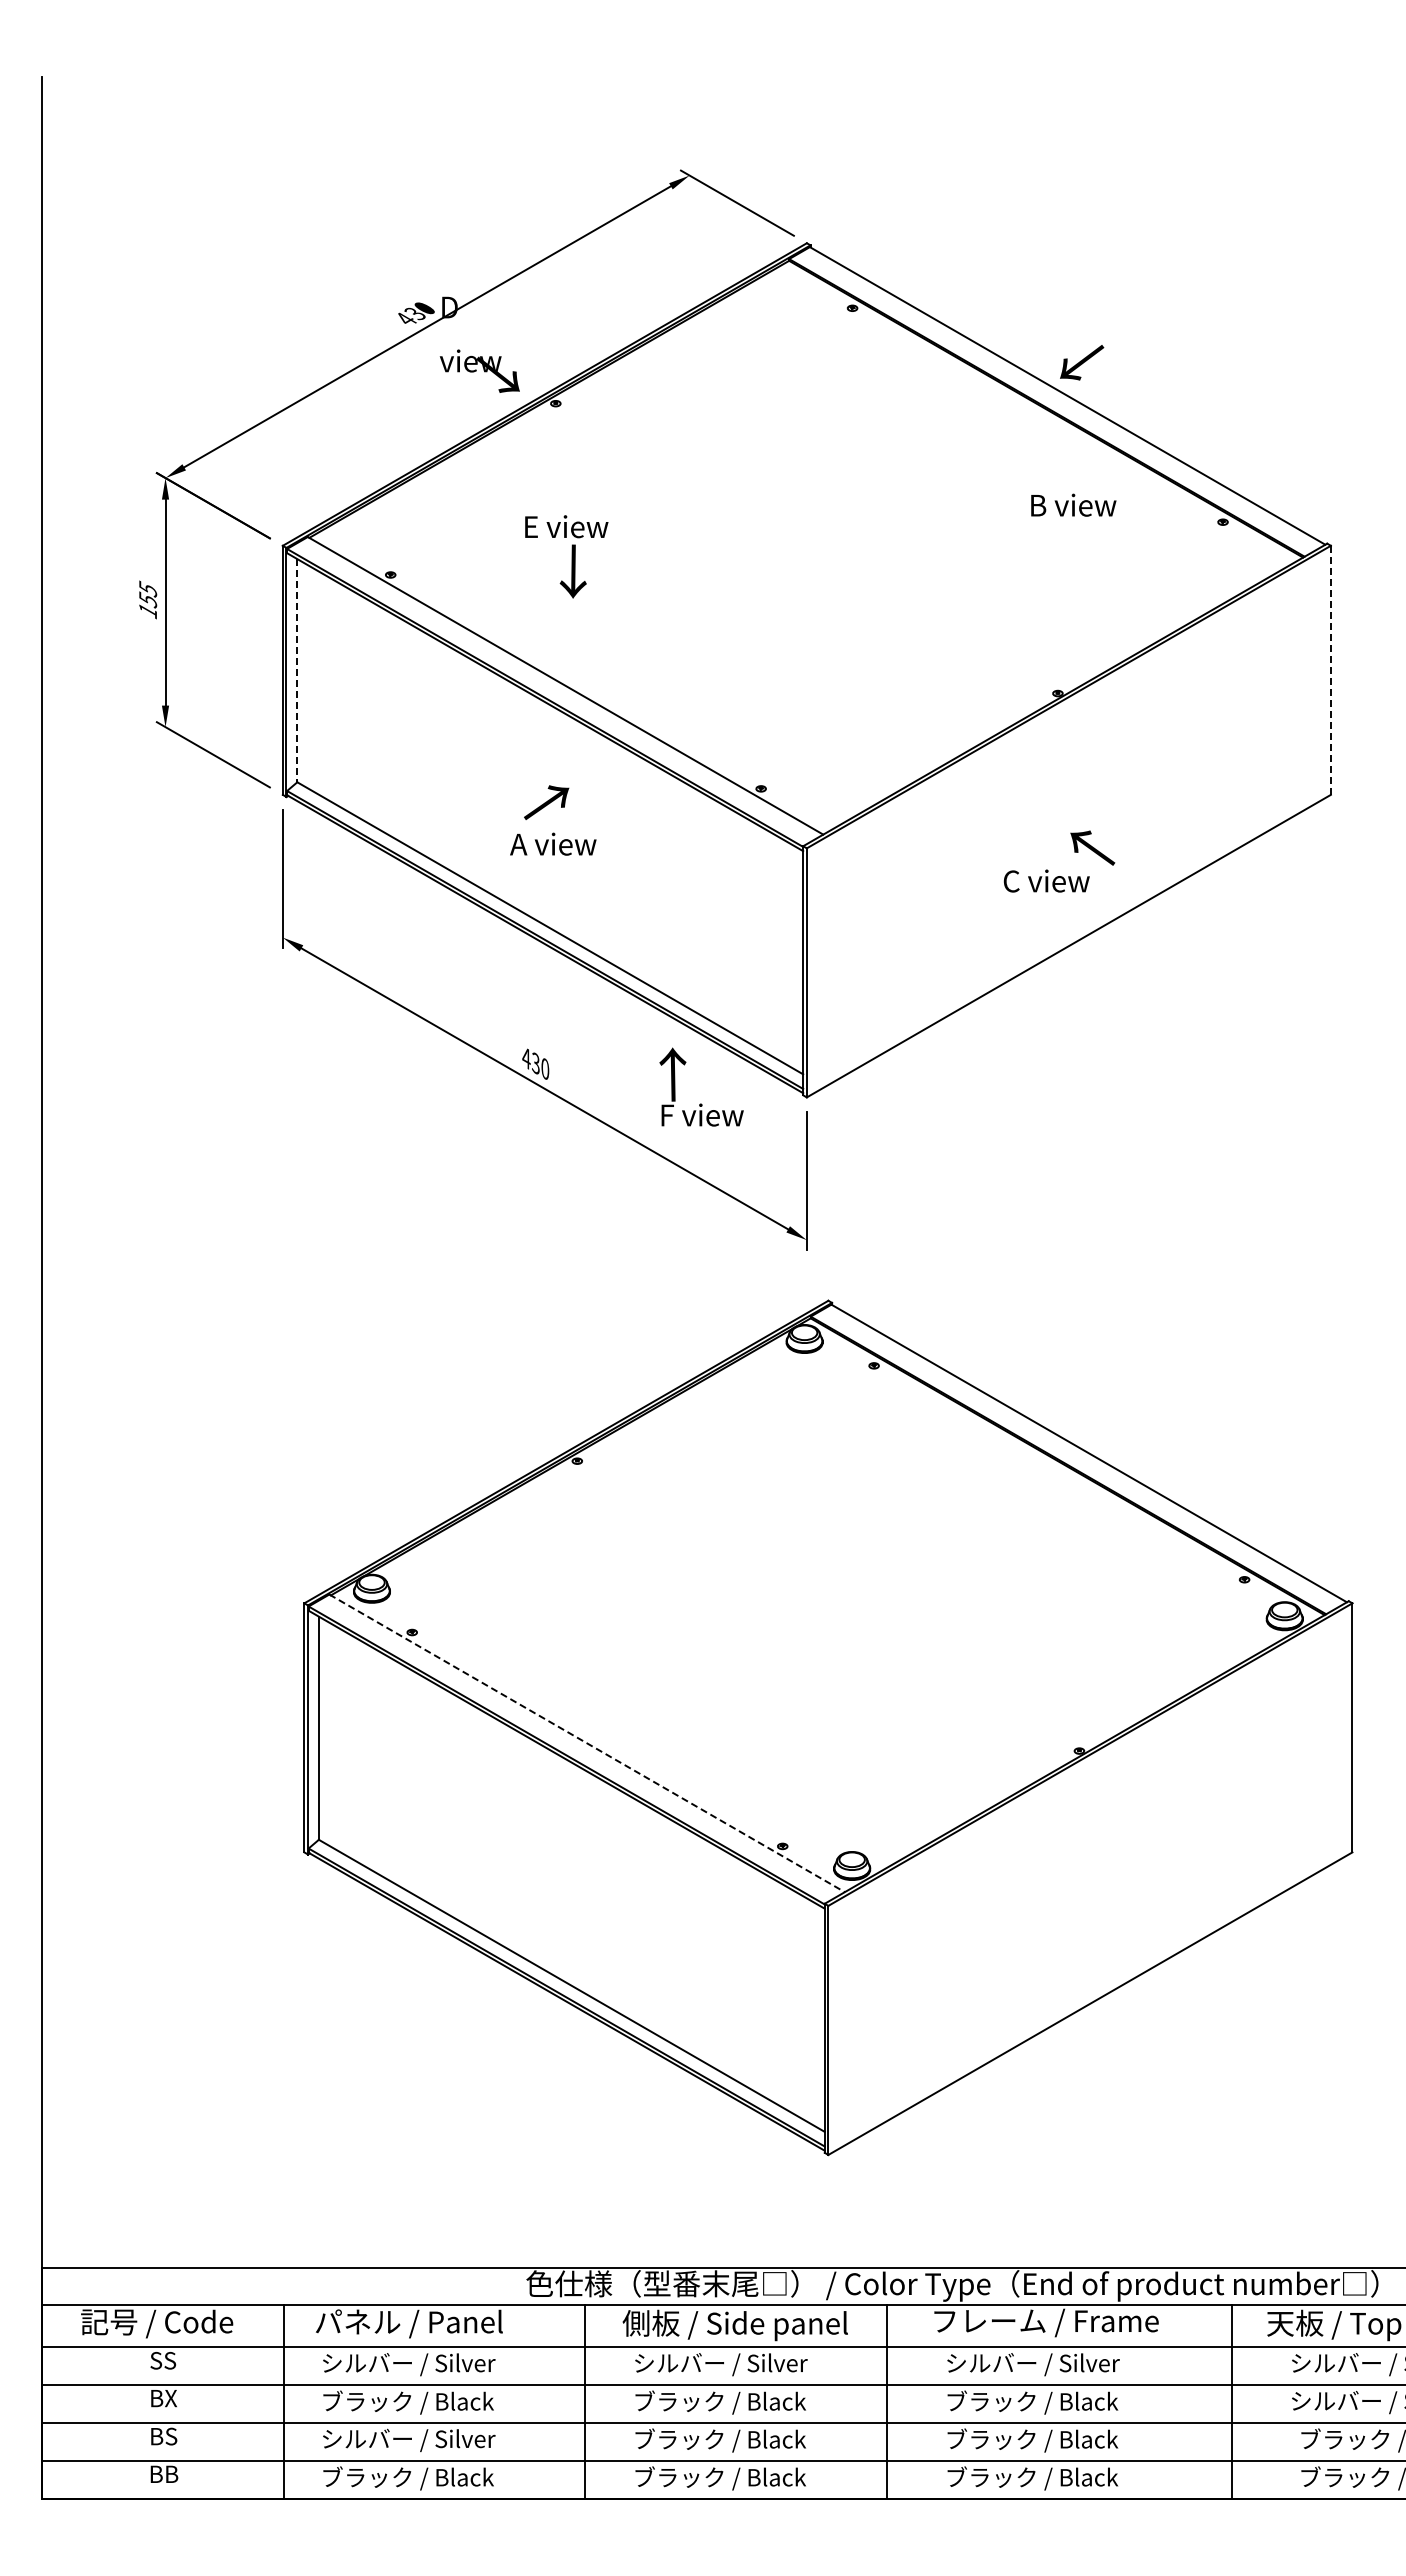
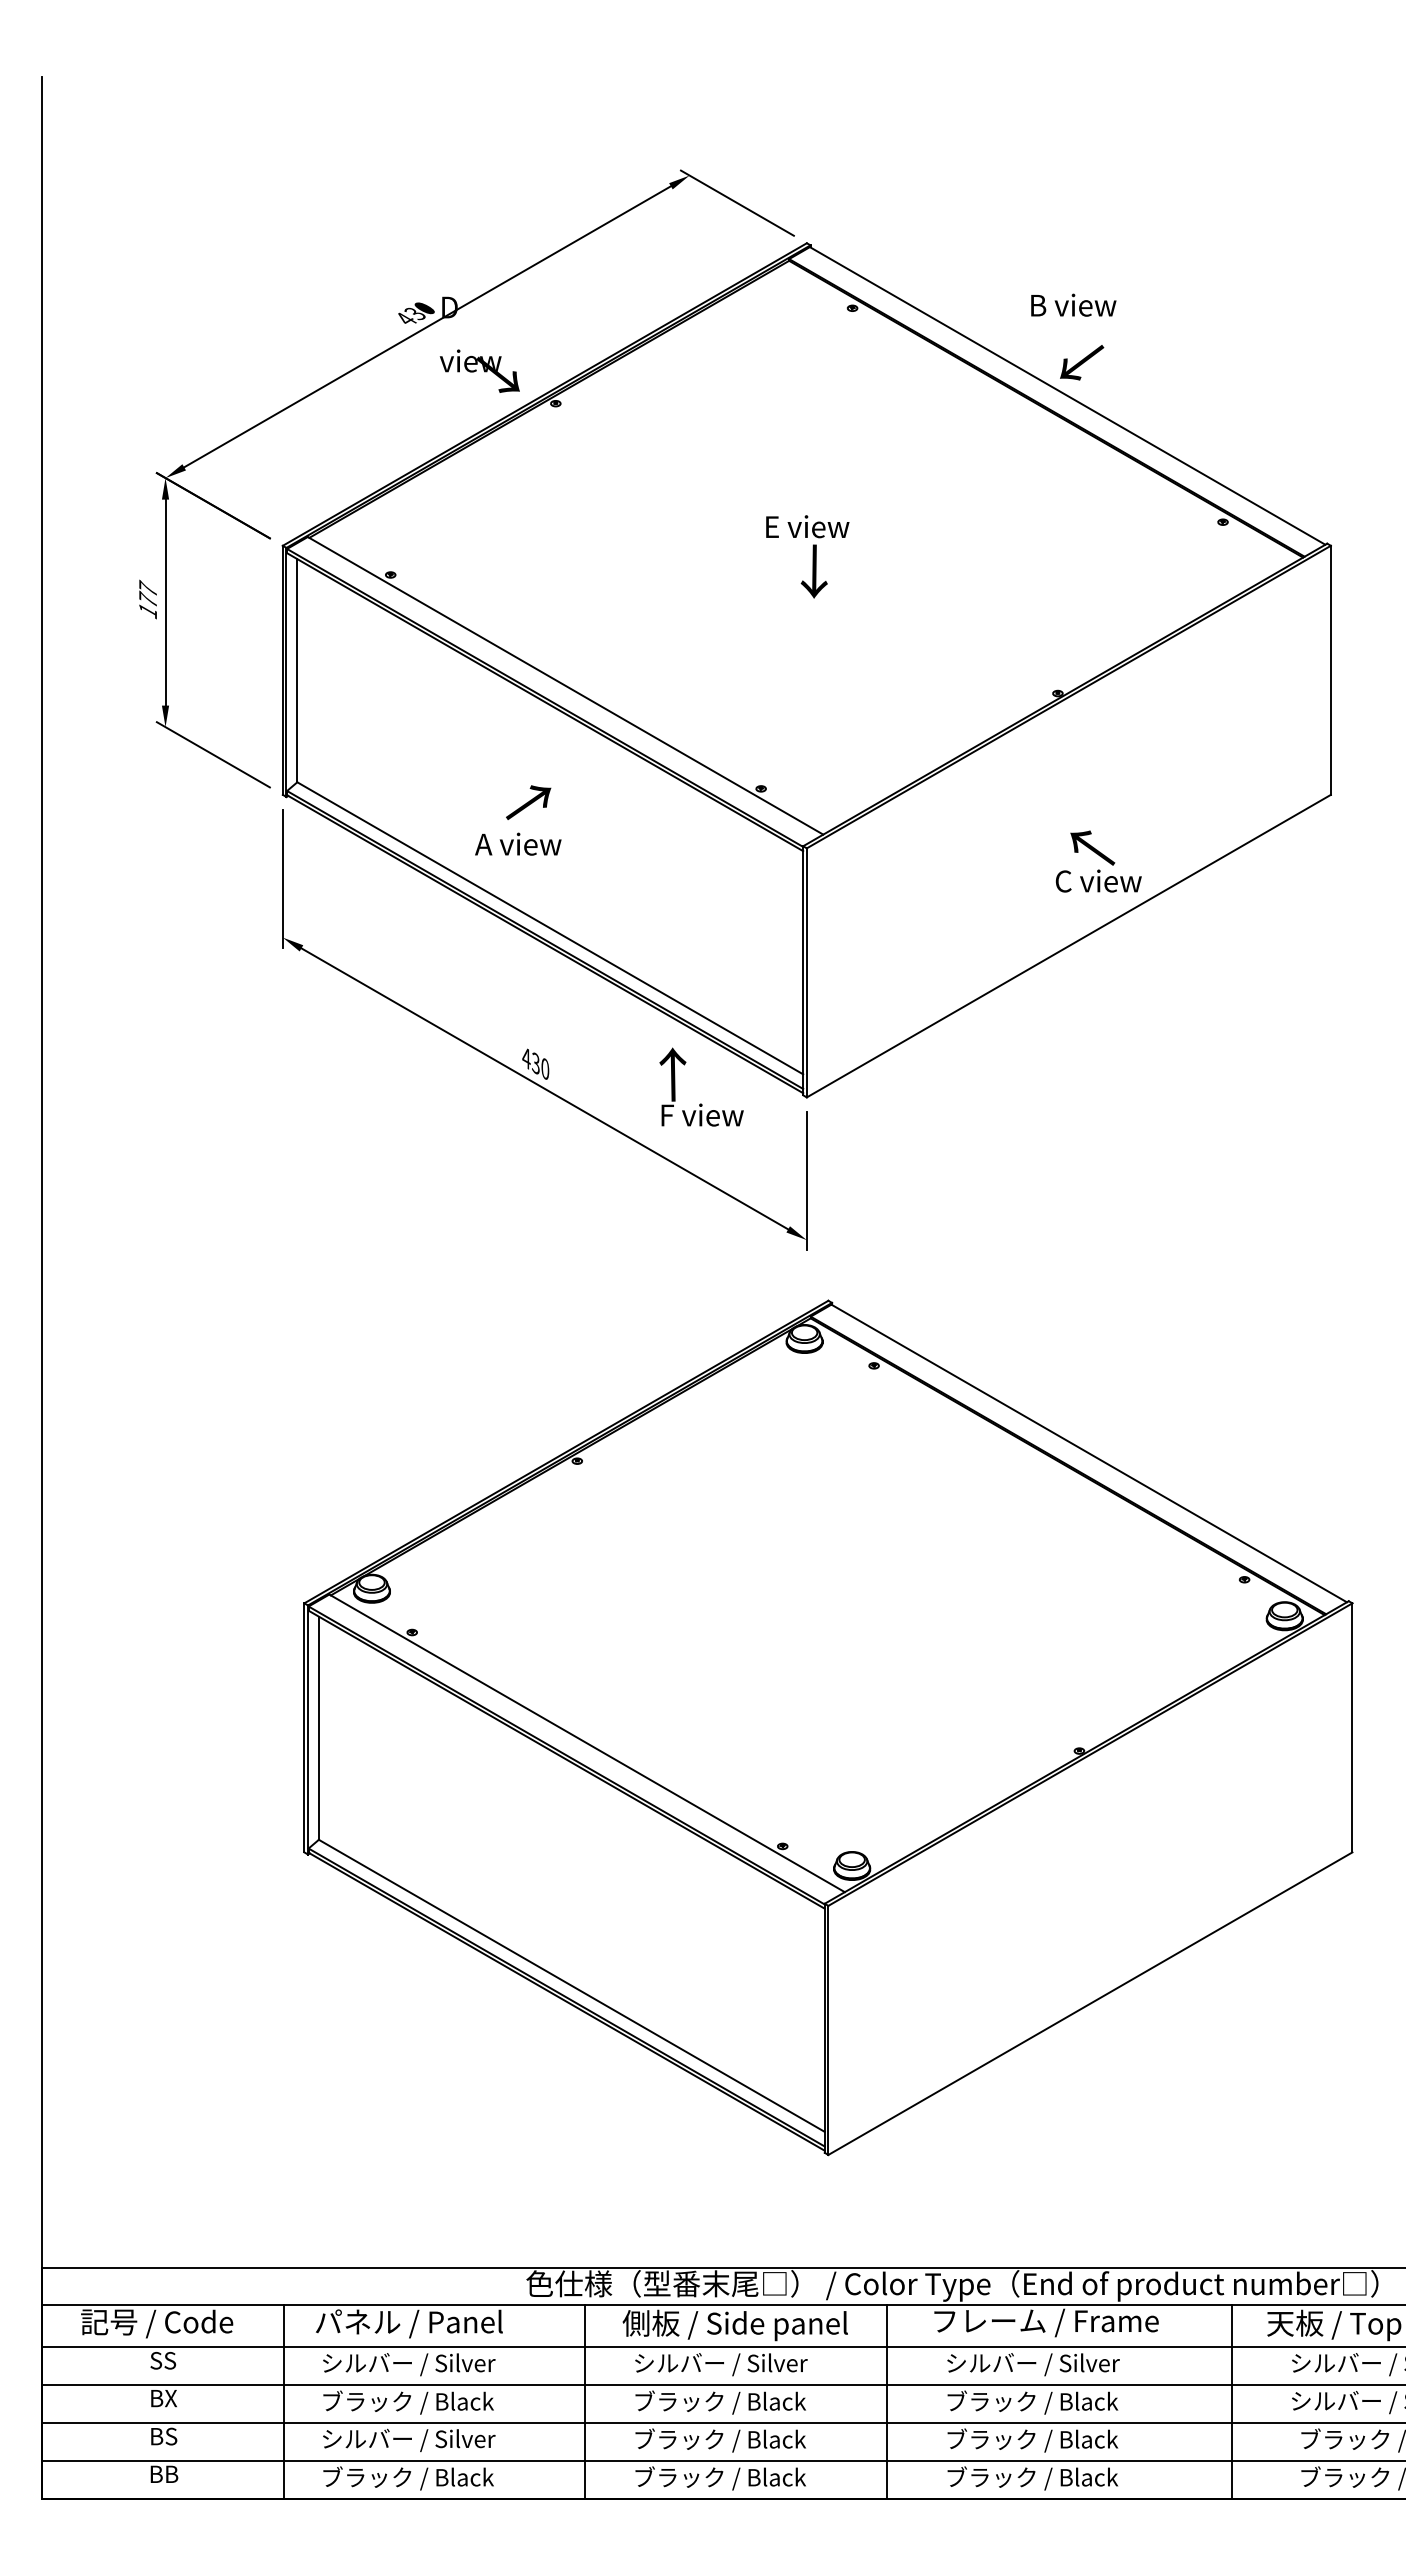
text at (1073, 504) position: (1073, 504) -> (1073, 304)
text at (566, 556) position: (566, 556) -> (807, 556)
text at (148, 593): 155 -> 177
line at (297, 670): dashed -> solid
line at (1330, 670): dashed -> solid
text at (546, 802) position: (546, 802) -> (528, 802)
text at (553, 843) position: (553, 843) -> (518, 843)
text at (1046, 880) position: (1046, 880) -> (1098, 880)
line at (587, 1743): dashed -> solid
